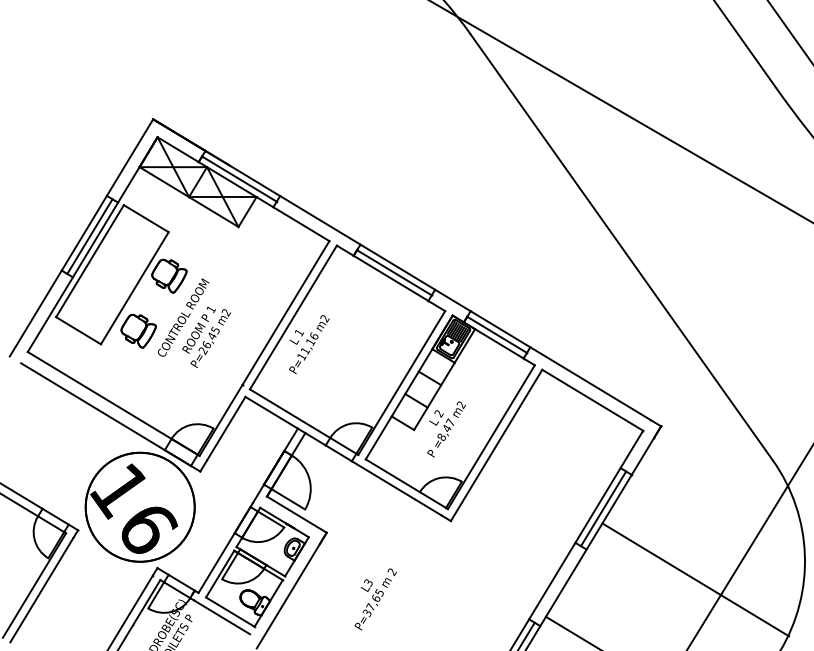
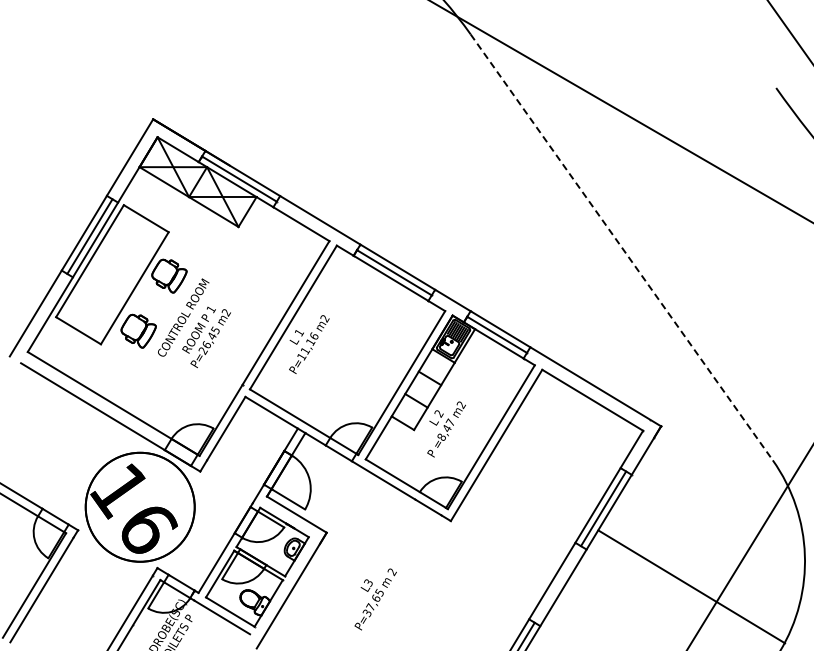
line at (745, 44): present -> none
line at (622, 247): solid -> dashed
line at (695, 579) position: (695, 579) -> (691, 586)
line at (571, 631): present -> none
